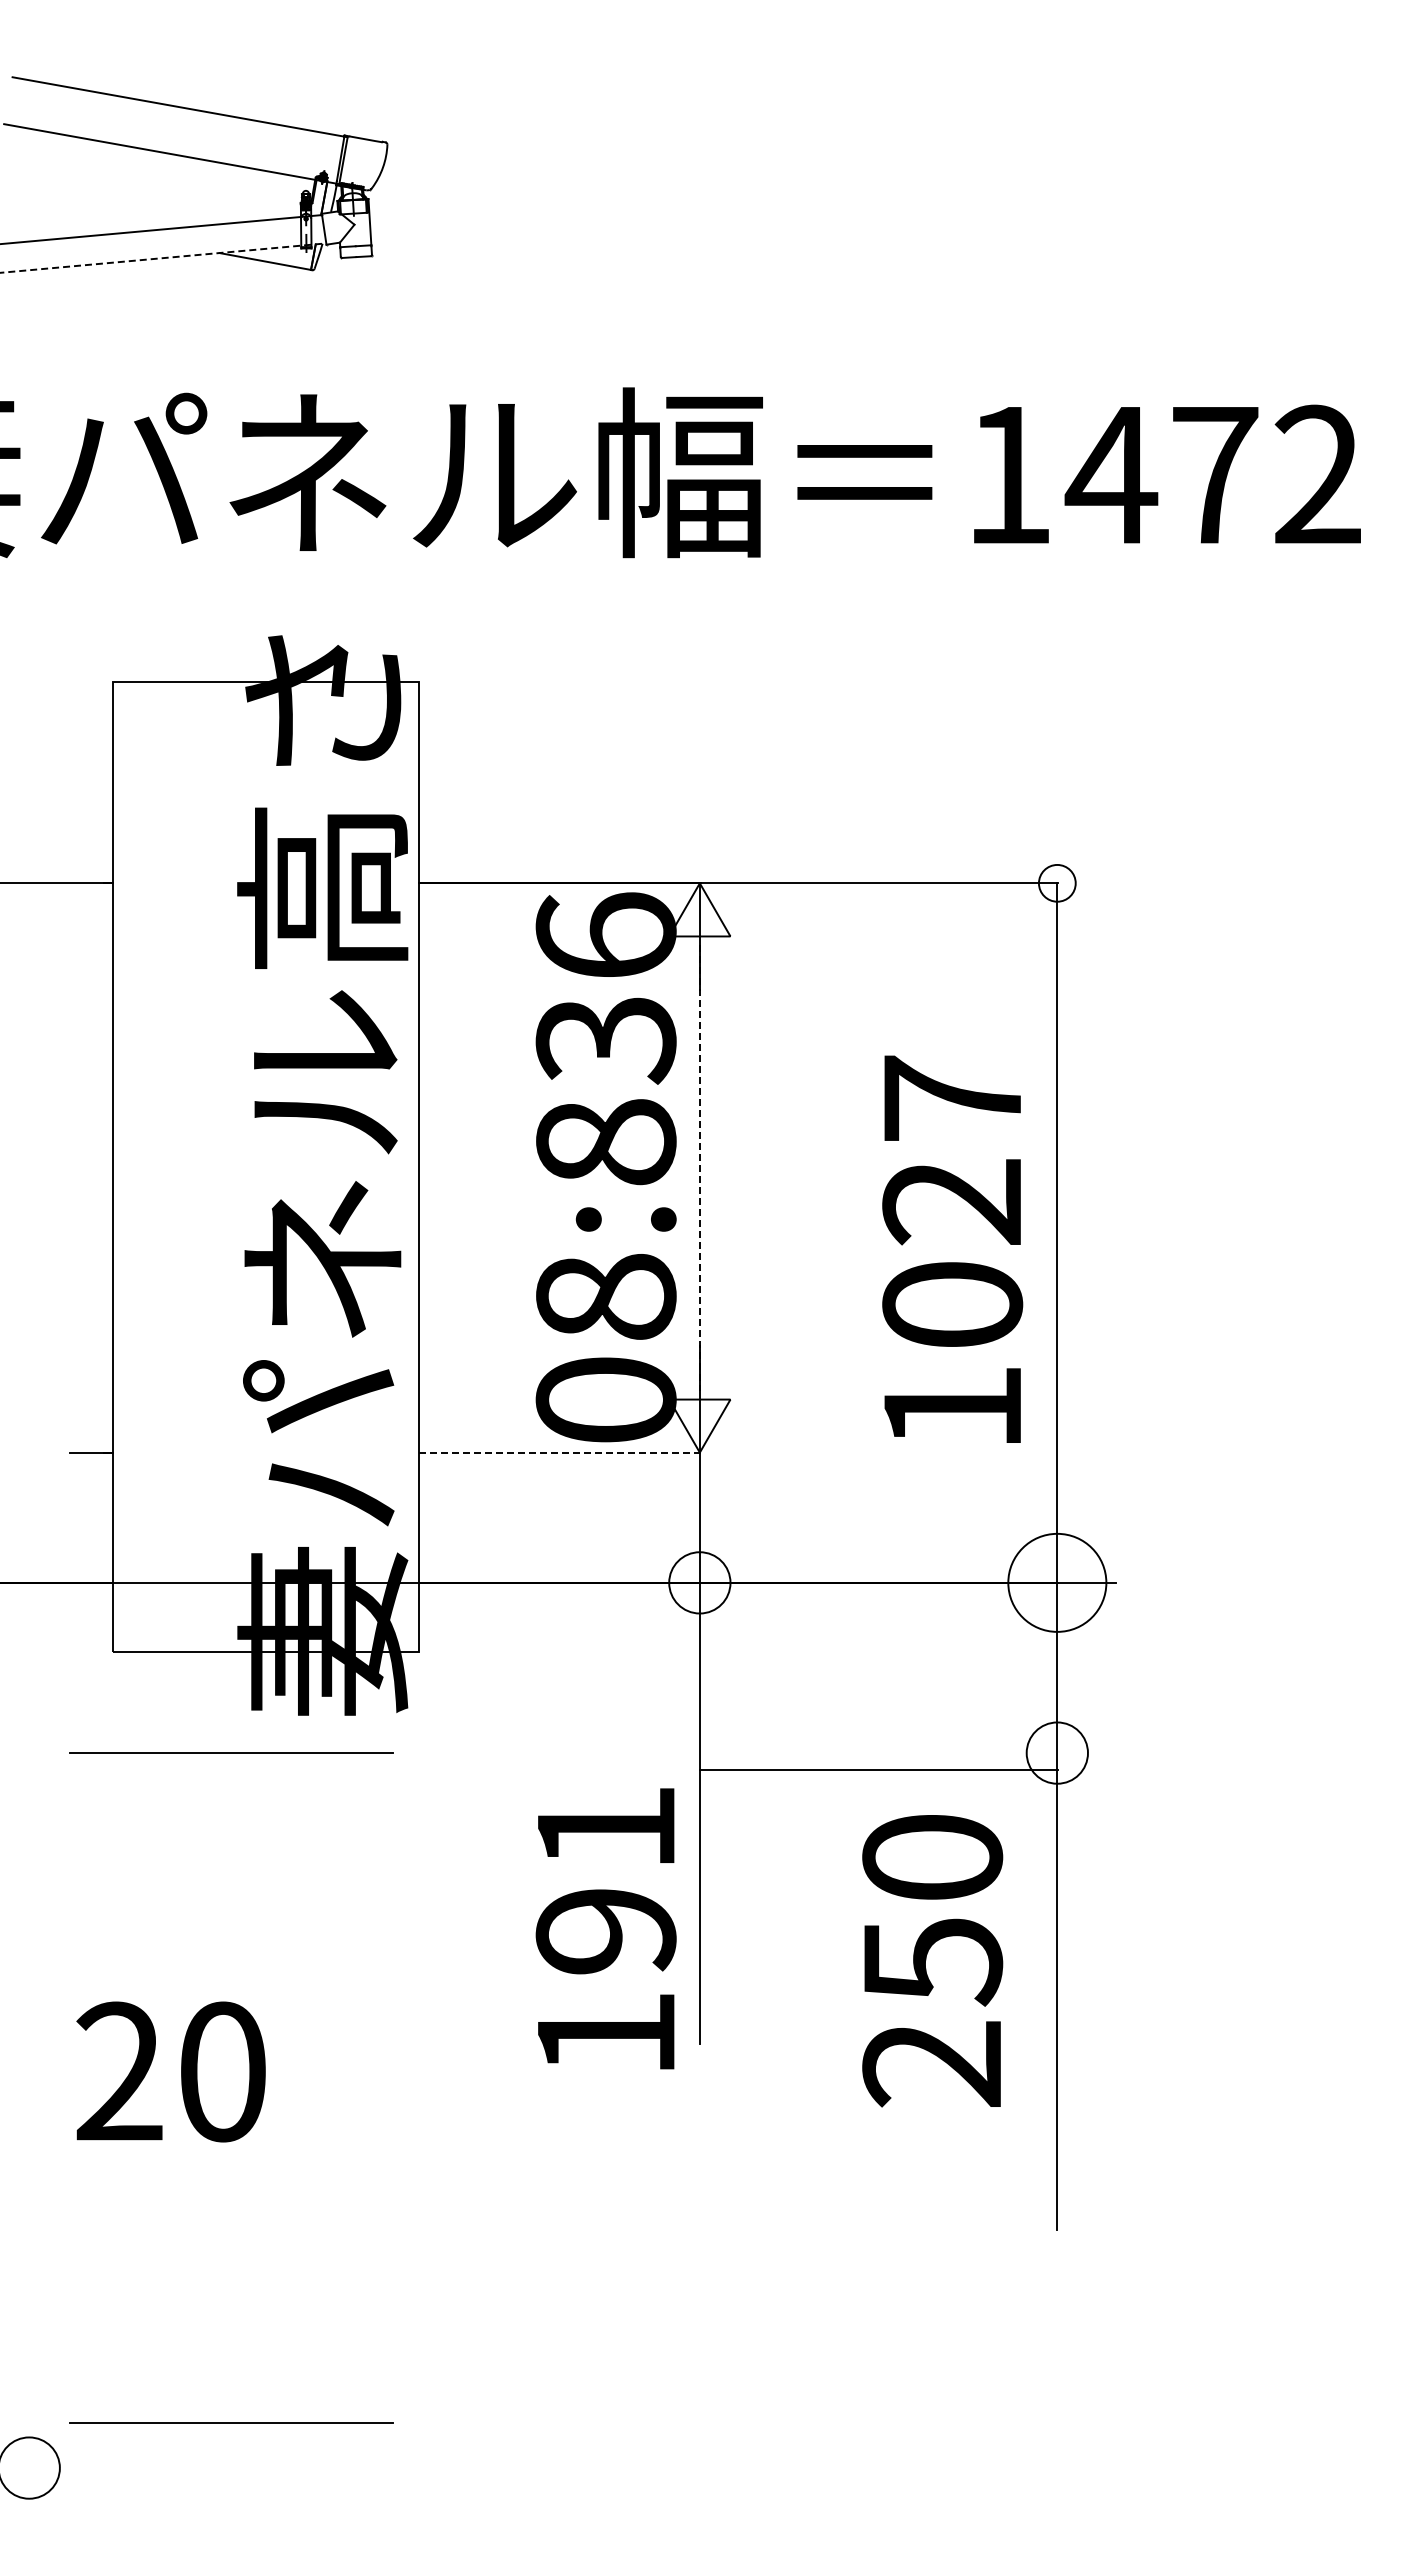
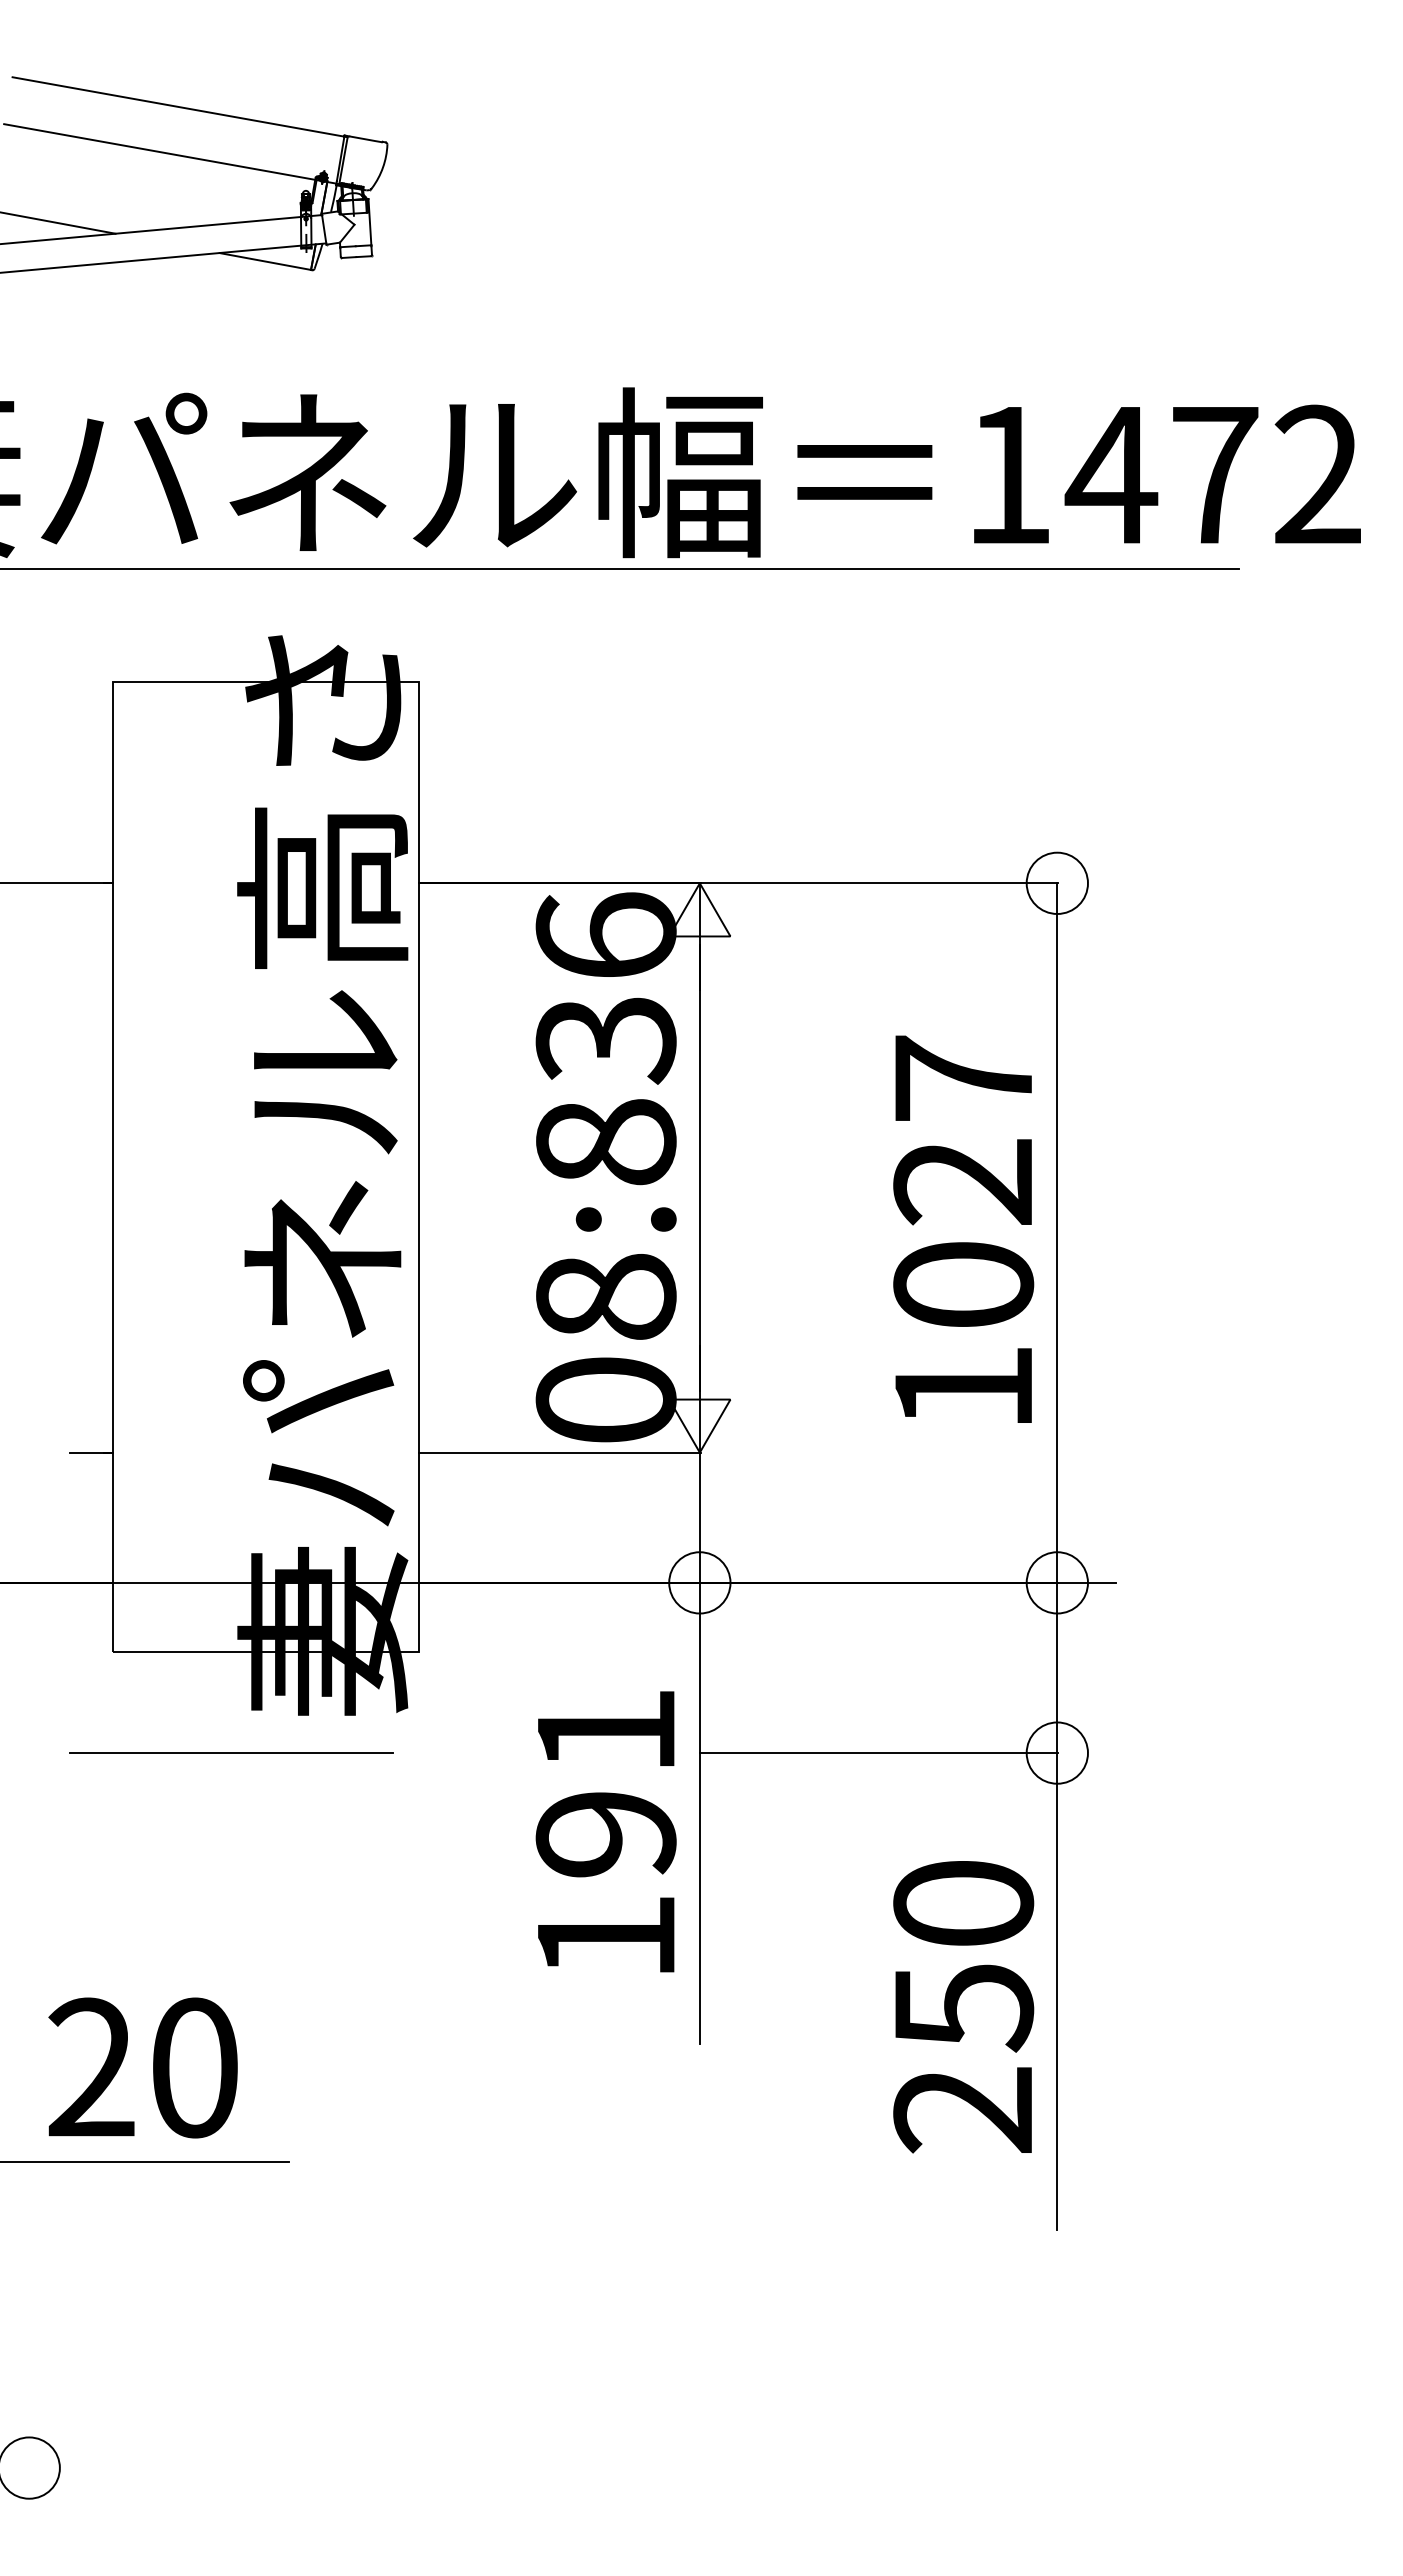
line at (58, 222): none -> present
line at (164, 258): dashed -> solid
line at (620, 568): none -> present
circle at (1056, 882) diameter: 37 px -> 61 px
line at (699, 1168): dashed -> solid
text at (952, 1248) position: (952, 1248) -> (963, 1228)
line at (559, 1452): dashed -> solid
circle at (1057, 1582) diameter: 98 px -> 61 px
line at (878, 1770) position: (878, 1770) -> (878, 1753)
text at (605, 1928) position: (605, 1928) -> (605, 1831)
text at (932, 1961) position: (932, 1961) -> (963, 2007)
text at (170, 2071) position: (170, 2071) -> (142, 2067)
line at (145, 2161): none -> present
line at (231, 2422): present -> none
